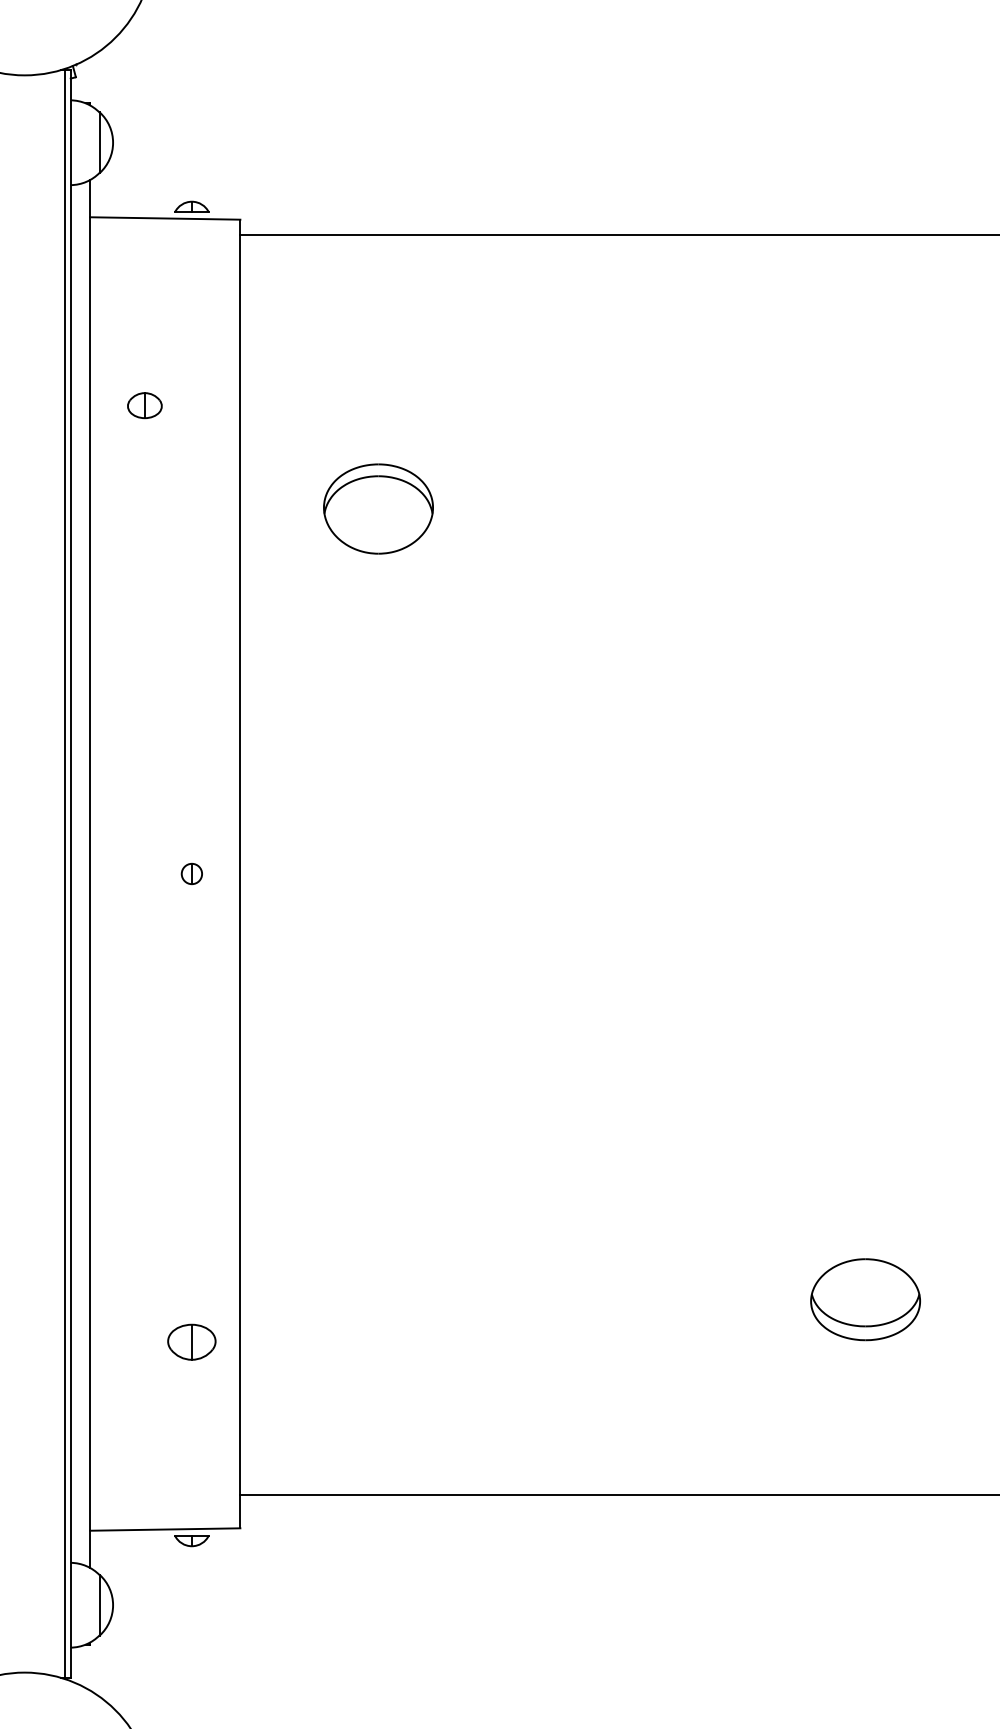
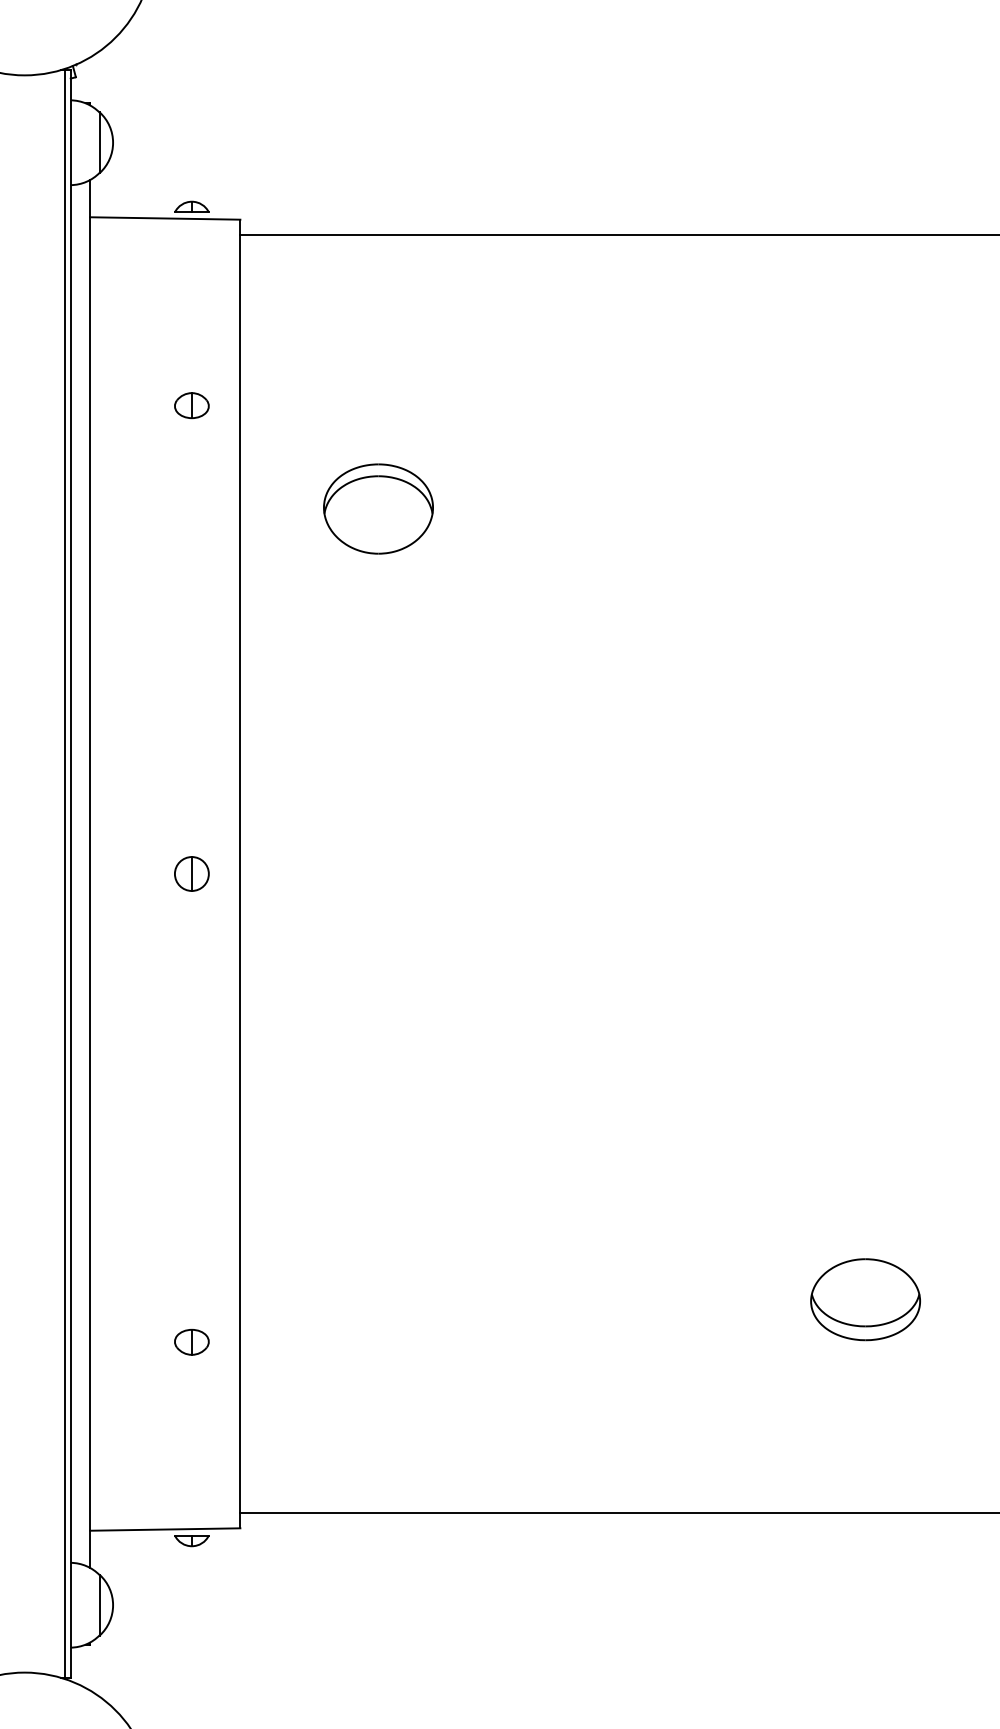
part at (144, 405) position: (144, 405) -> (191, 405)
part at (191, 873) size: 23x24 px -> 36x36 px
part at (191, 1341) size: 50x38 px -> 36x27 px
line at (618, 1494) position: (618, 1494) -> (618, 1512)
